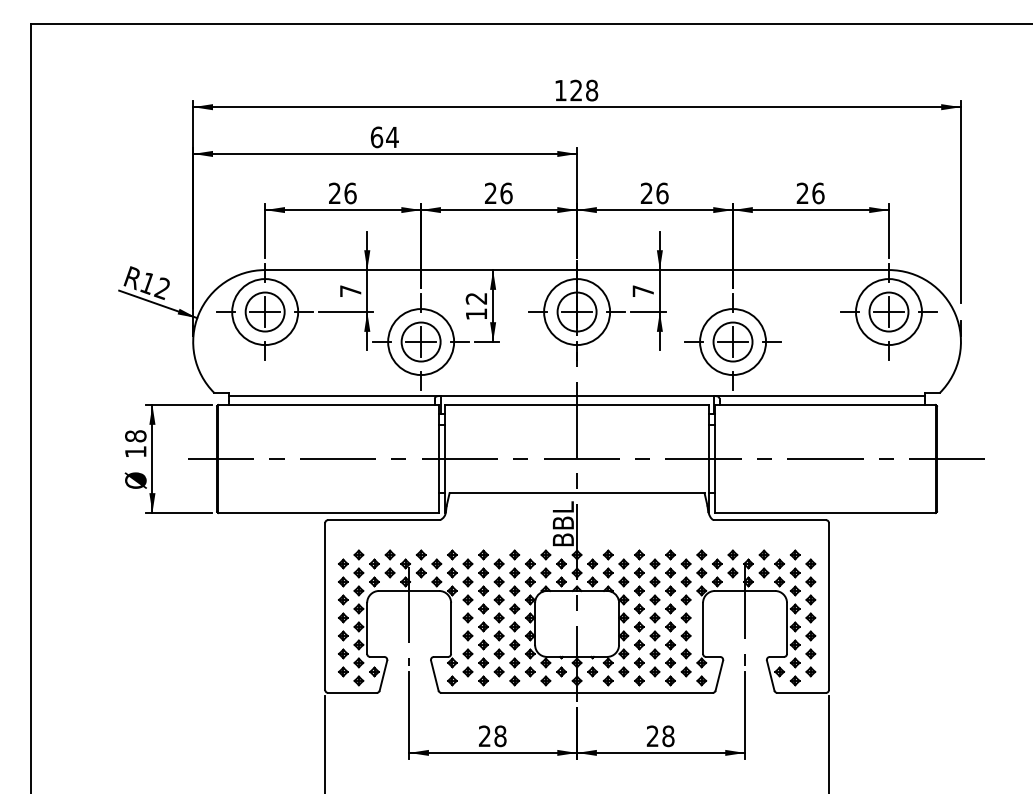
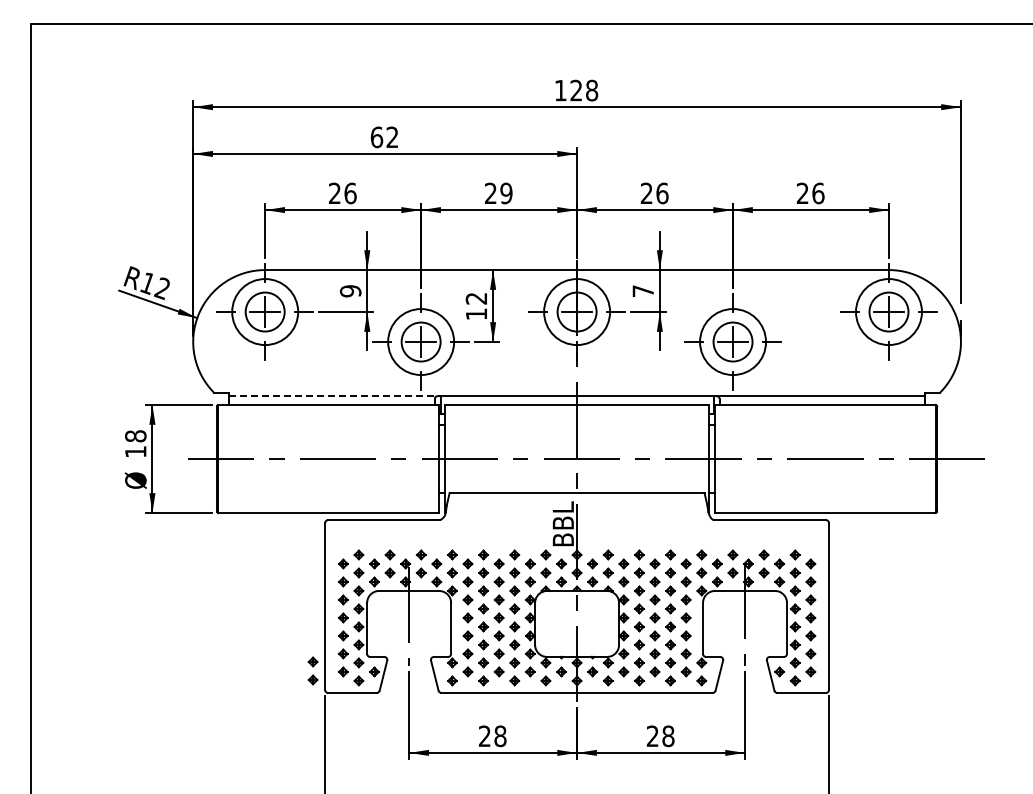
text at (392, 136): 64 -> 62
text at (506, 193): 26 -> 29
text at (350, 291): 7 -> 9
line at (334, 396): solid -> dashed
part at (312, 670): none -> present
